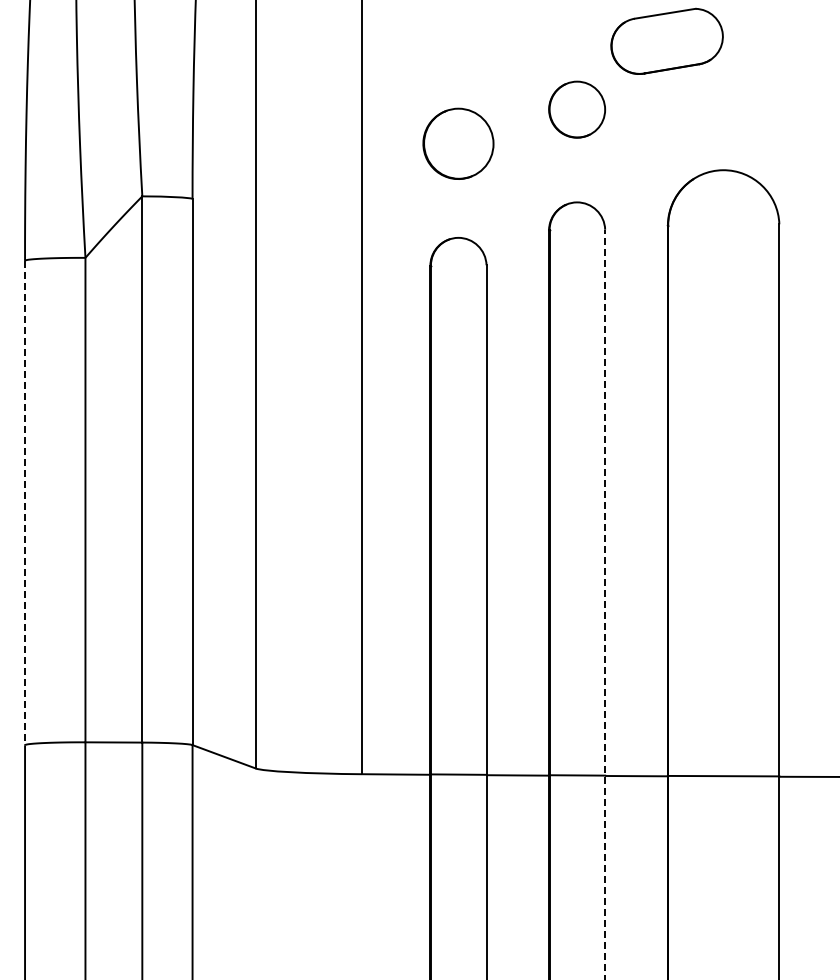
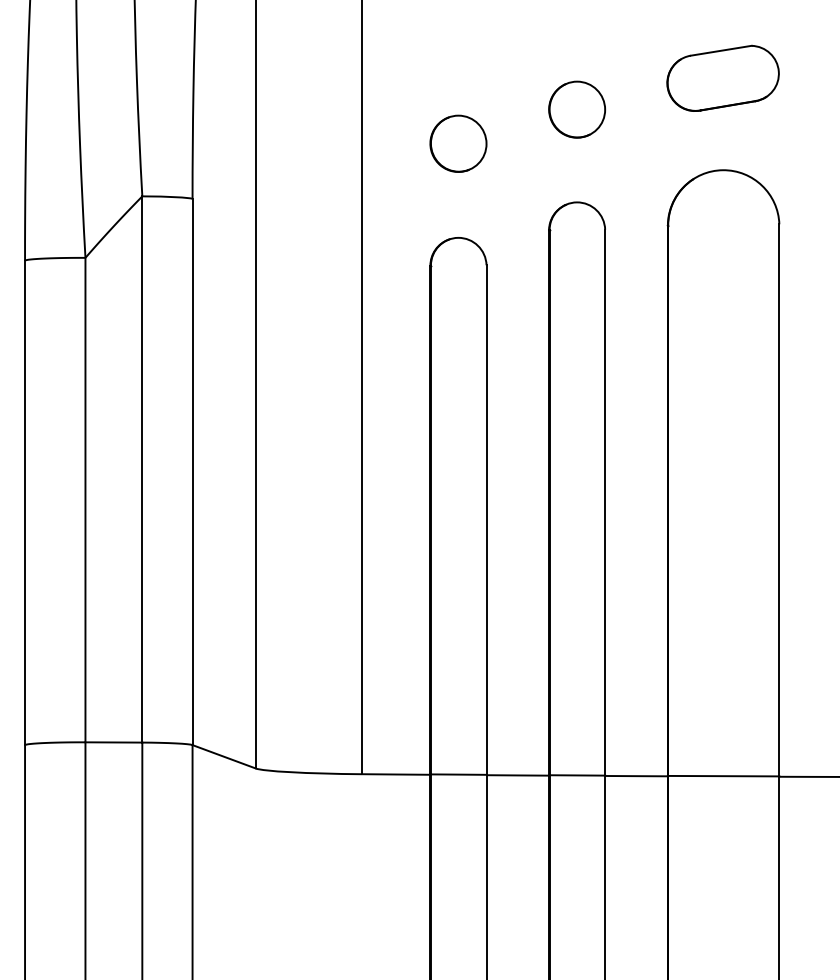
part at (666, 40) position: (666, 40) -> (722, 77)
part at (458, 143) size: 73x73 px -> 59x59 px
line at (25, 503): dashed -> solid
line at (605, 604): dashed -> solid
